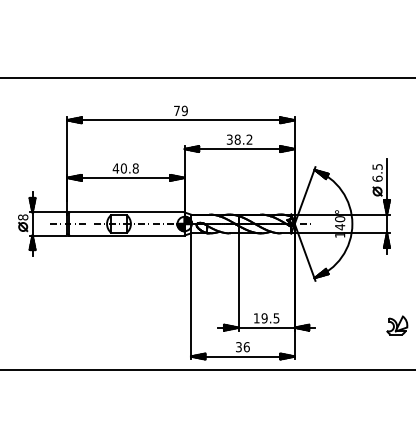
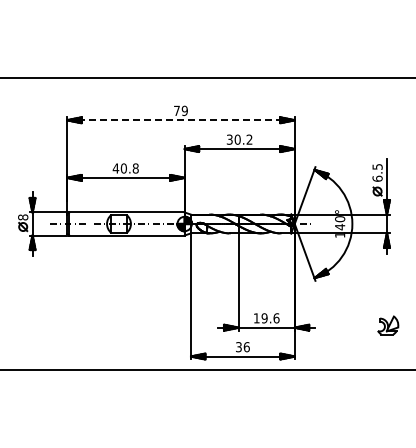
line at (180, 120): solid -> dashed
text at (237, 139): 38.2 -> 30.2
text at (276, 318): 19.5 -> 19.6
part at (397, 325) position: (397, 325) -> (388, 325)
